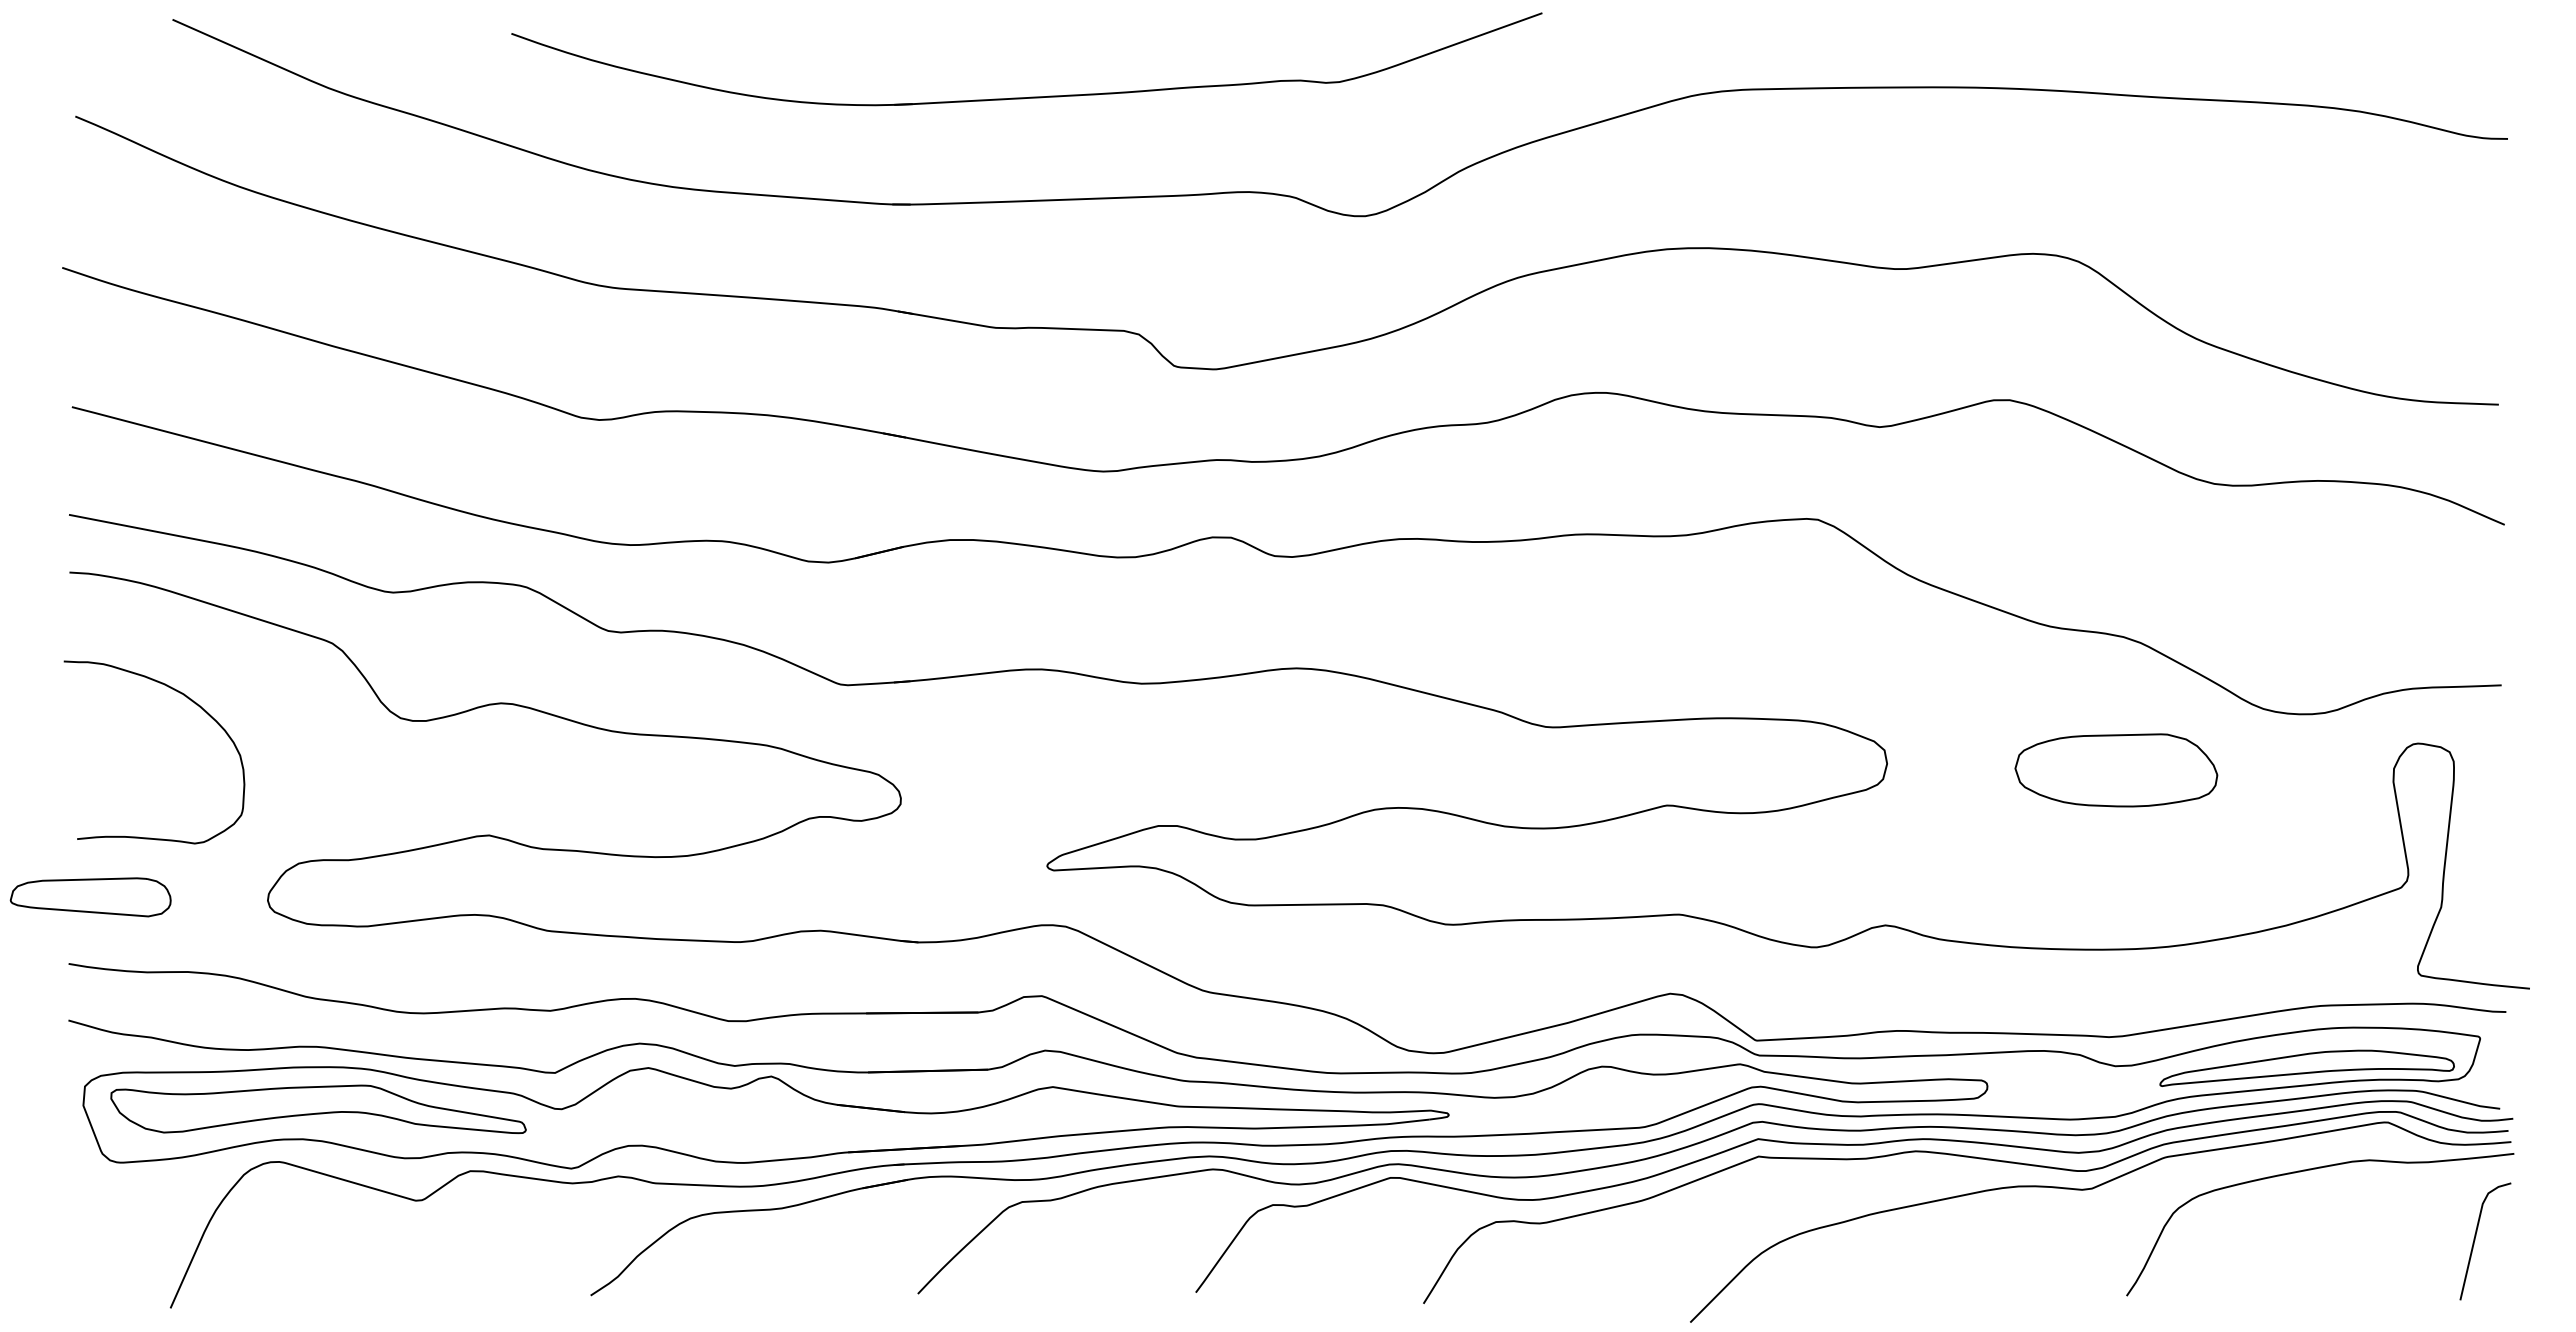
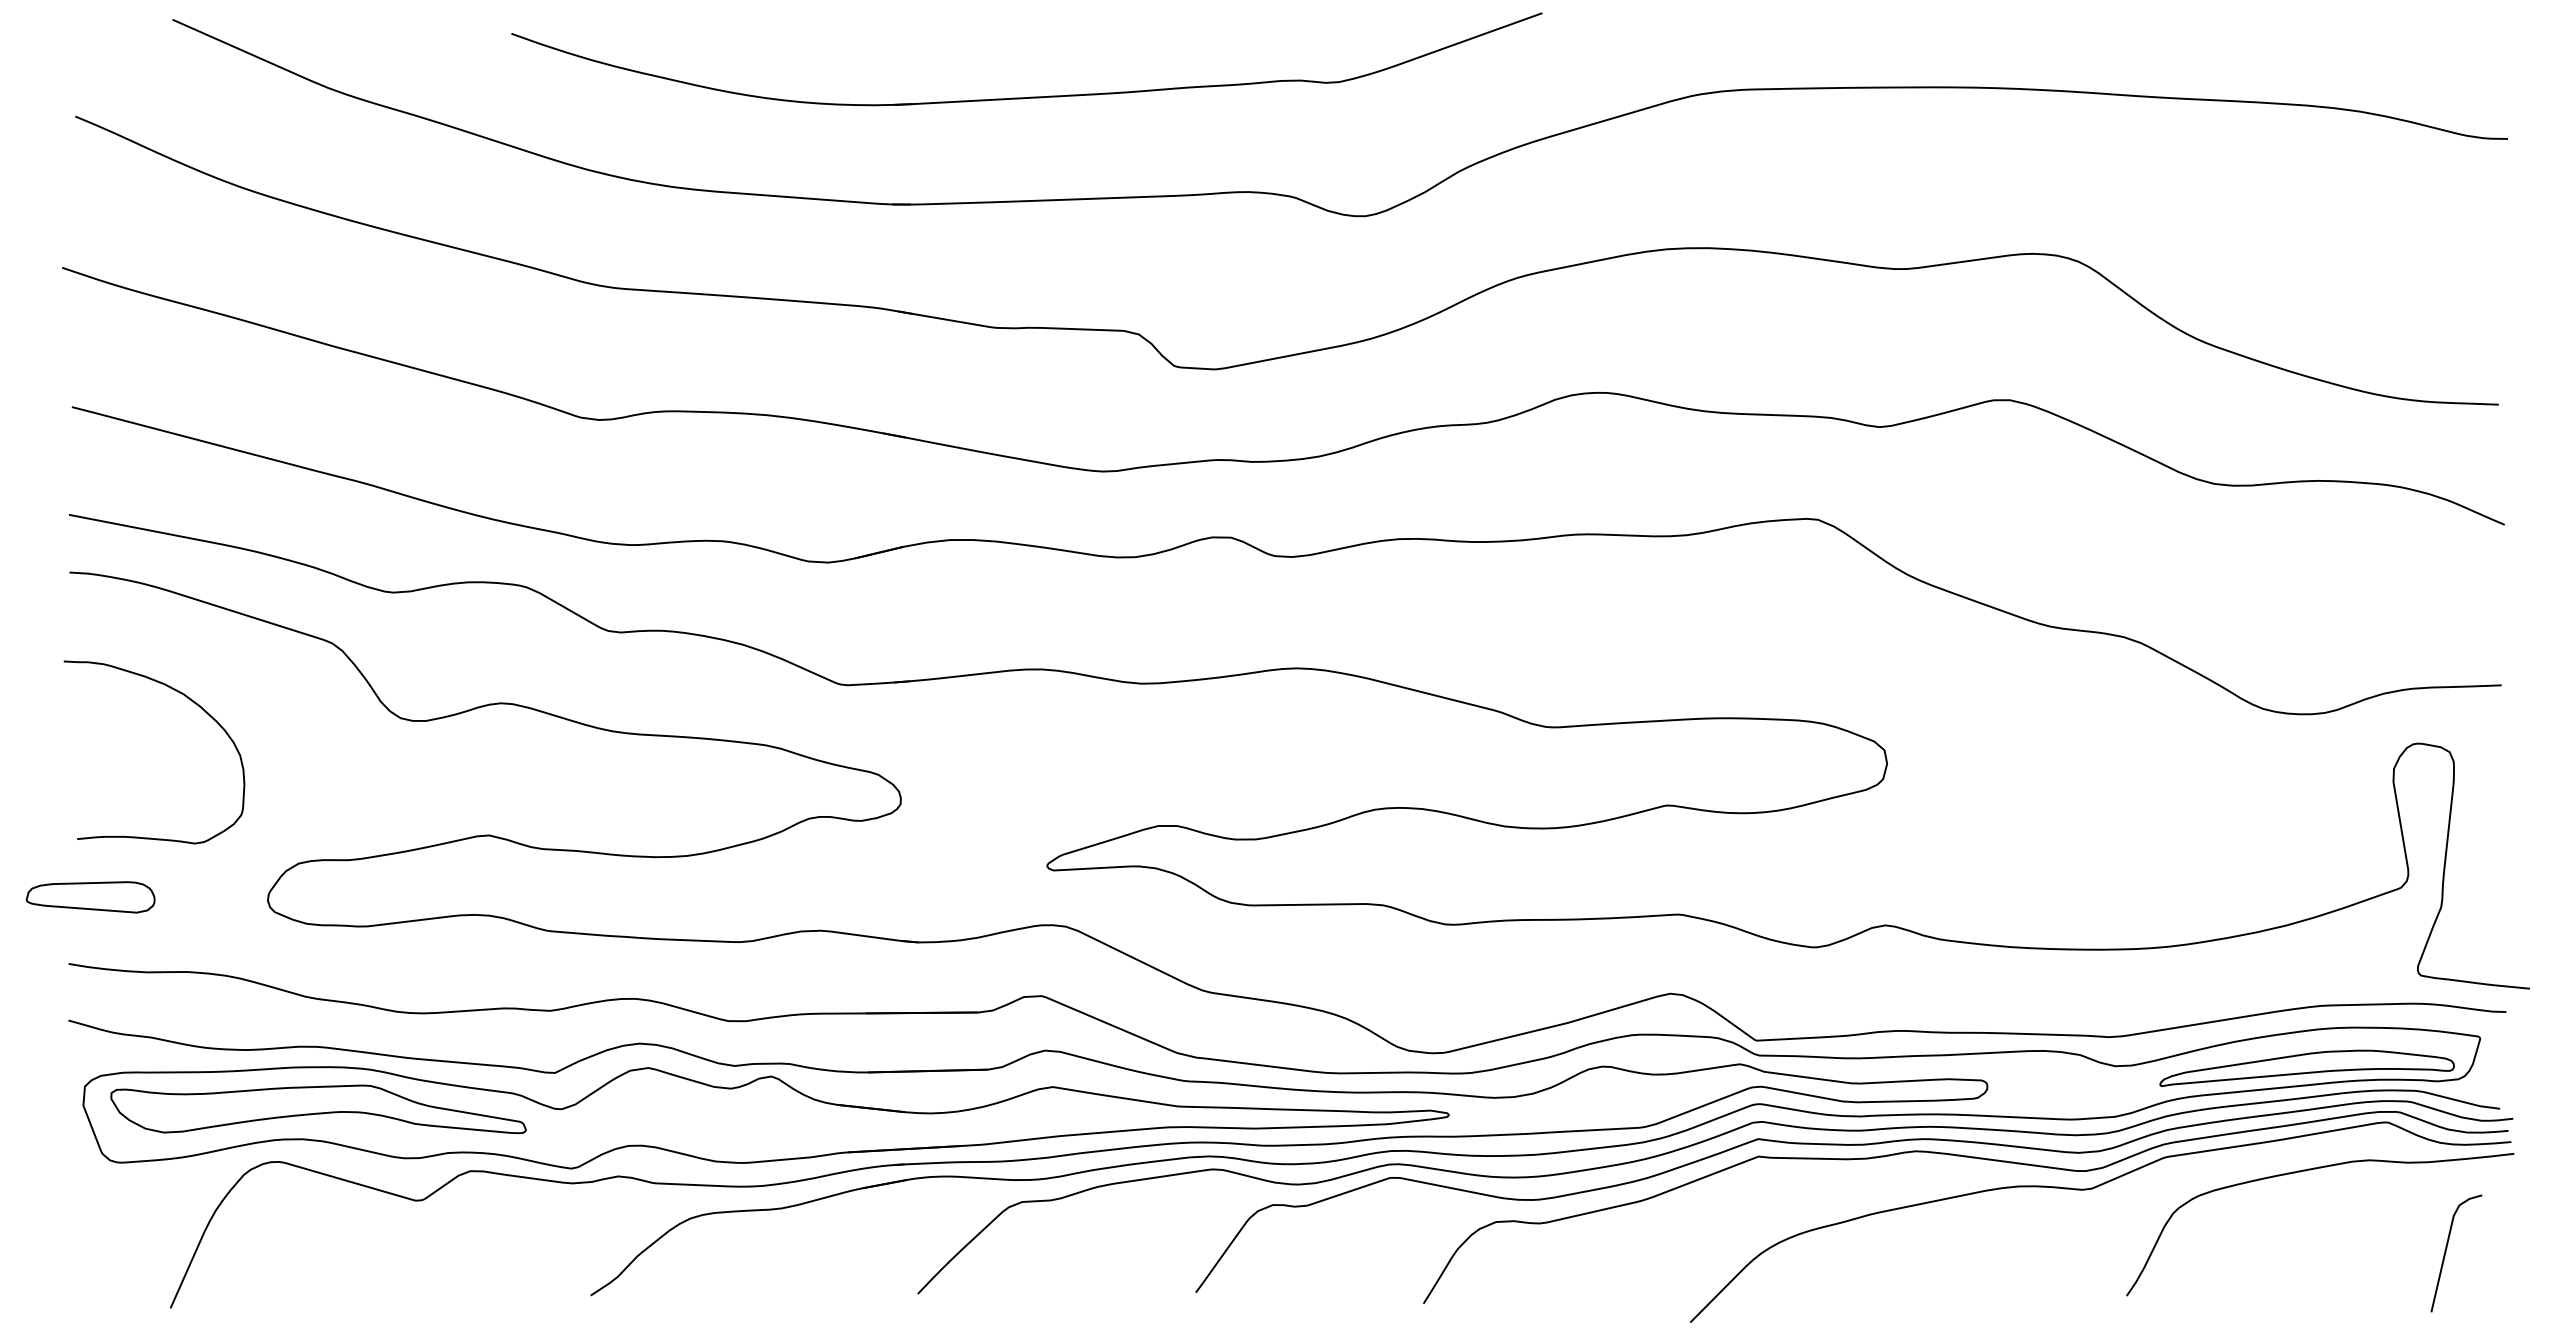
part at (2116, 770): present -> none
part at (90, 897) size: 163x41 px -> 131x33 px
line at (2475, 1240) position: (2475, 1240) -> (2446, 1252)
